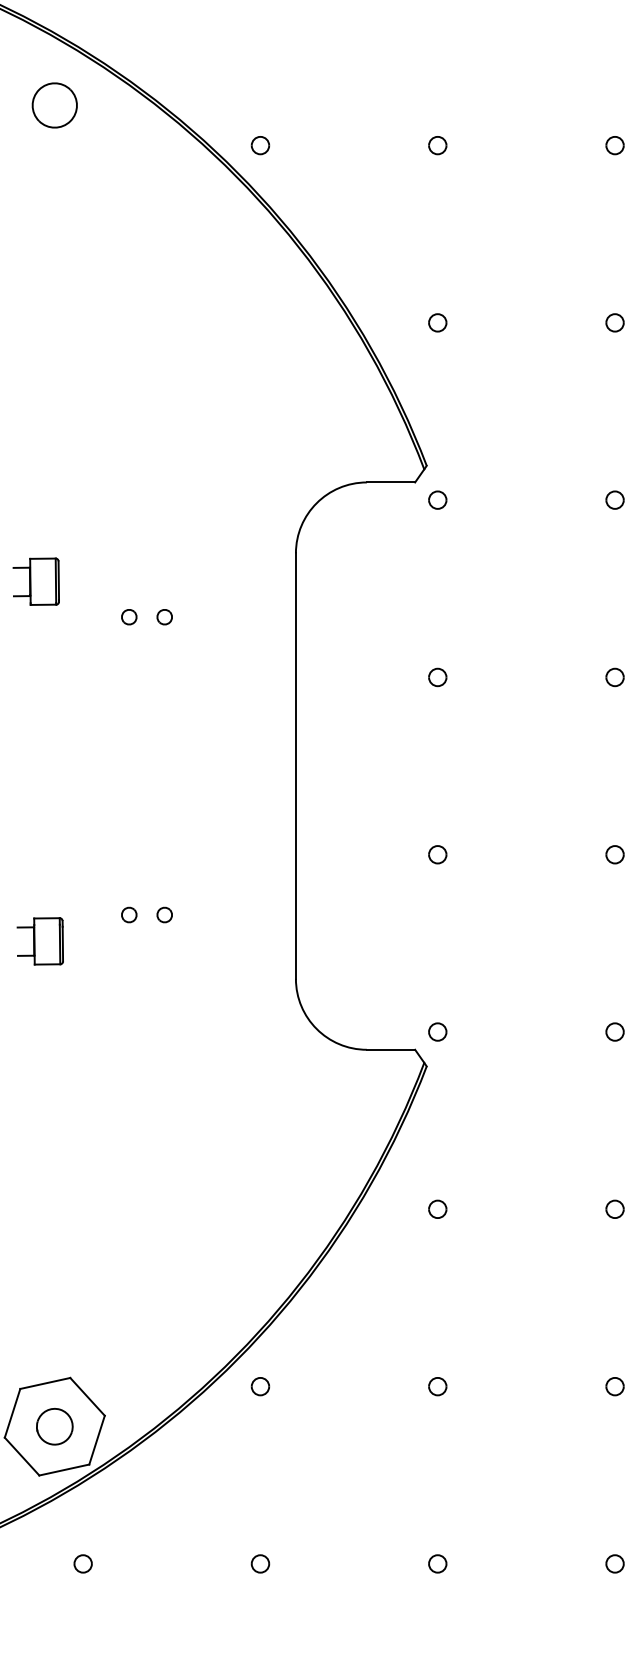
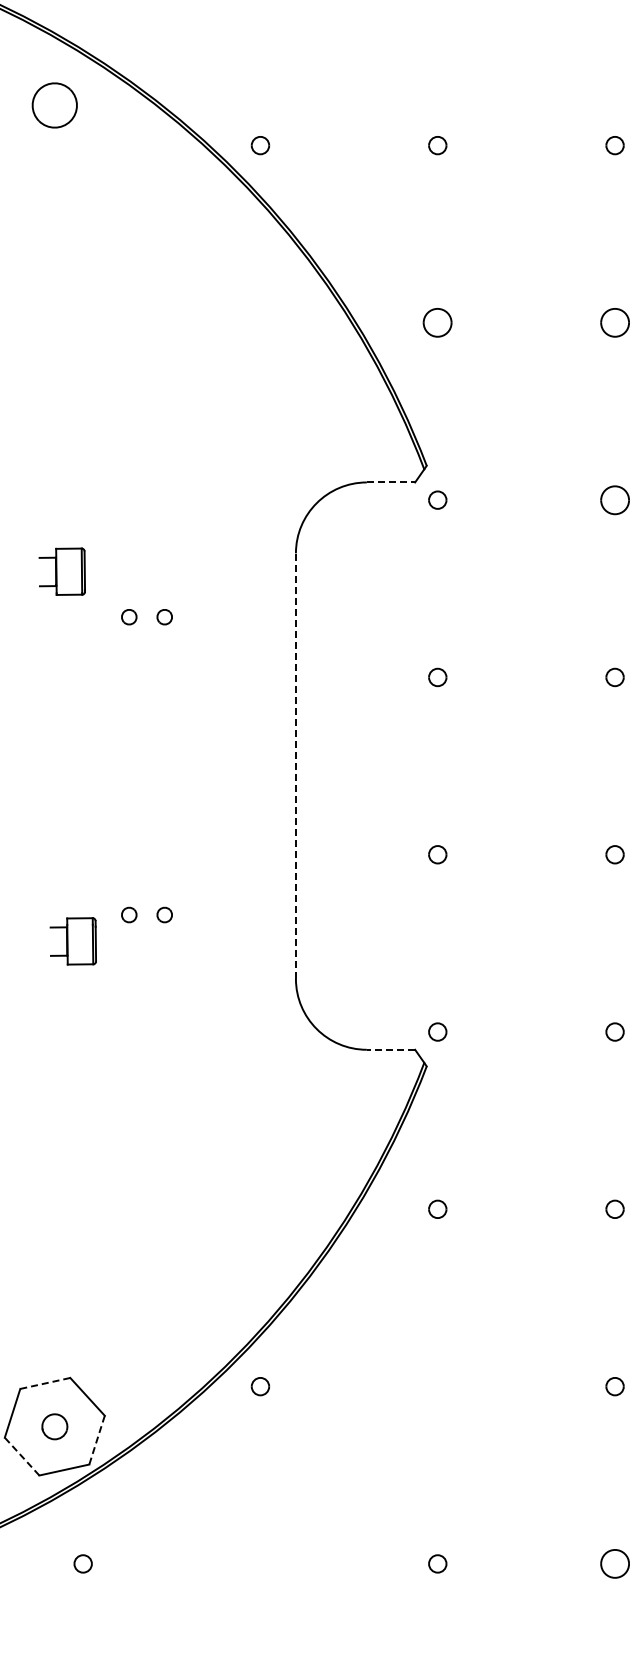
part at (437, 322) size: 20x20 px -> 31x30 px
part at (614, 322) size: 20x20 px -> 30x30 px
line at (391, 482): solid -> dashed
part at (614, 499) size: 20x20 px -> 30x31 px
part at (35, 581) position: (35, 581) -> (61, 571)
line at (295, 766): solid -> dashed
part at (39, 941) position: (39, 941) -> (72, 941)
line at (390, 1049): solid -> dashed
line at (45, 1383): solid -> dashed
part at (437, 1386): present -> none
part at (54, 1426) size: 38x38 px -> 28x28 px
line at (97, 1440): solid -> dashed
line at (22, 1456): solid -> dashed
part at (260, 1563): present -> none
part at (614, 1563) size: 20x20 px -> 30x30 px
